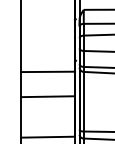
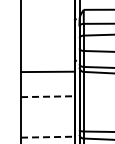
line at (48, 96): solid -> dashed
line at (48, 137): solid -> dashed
